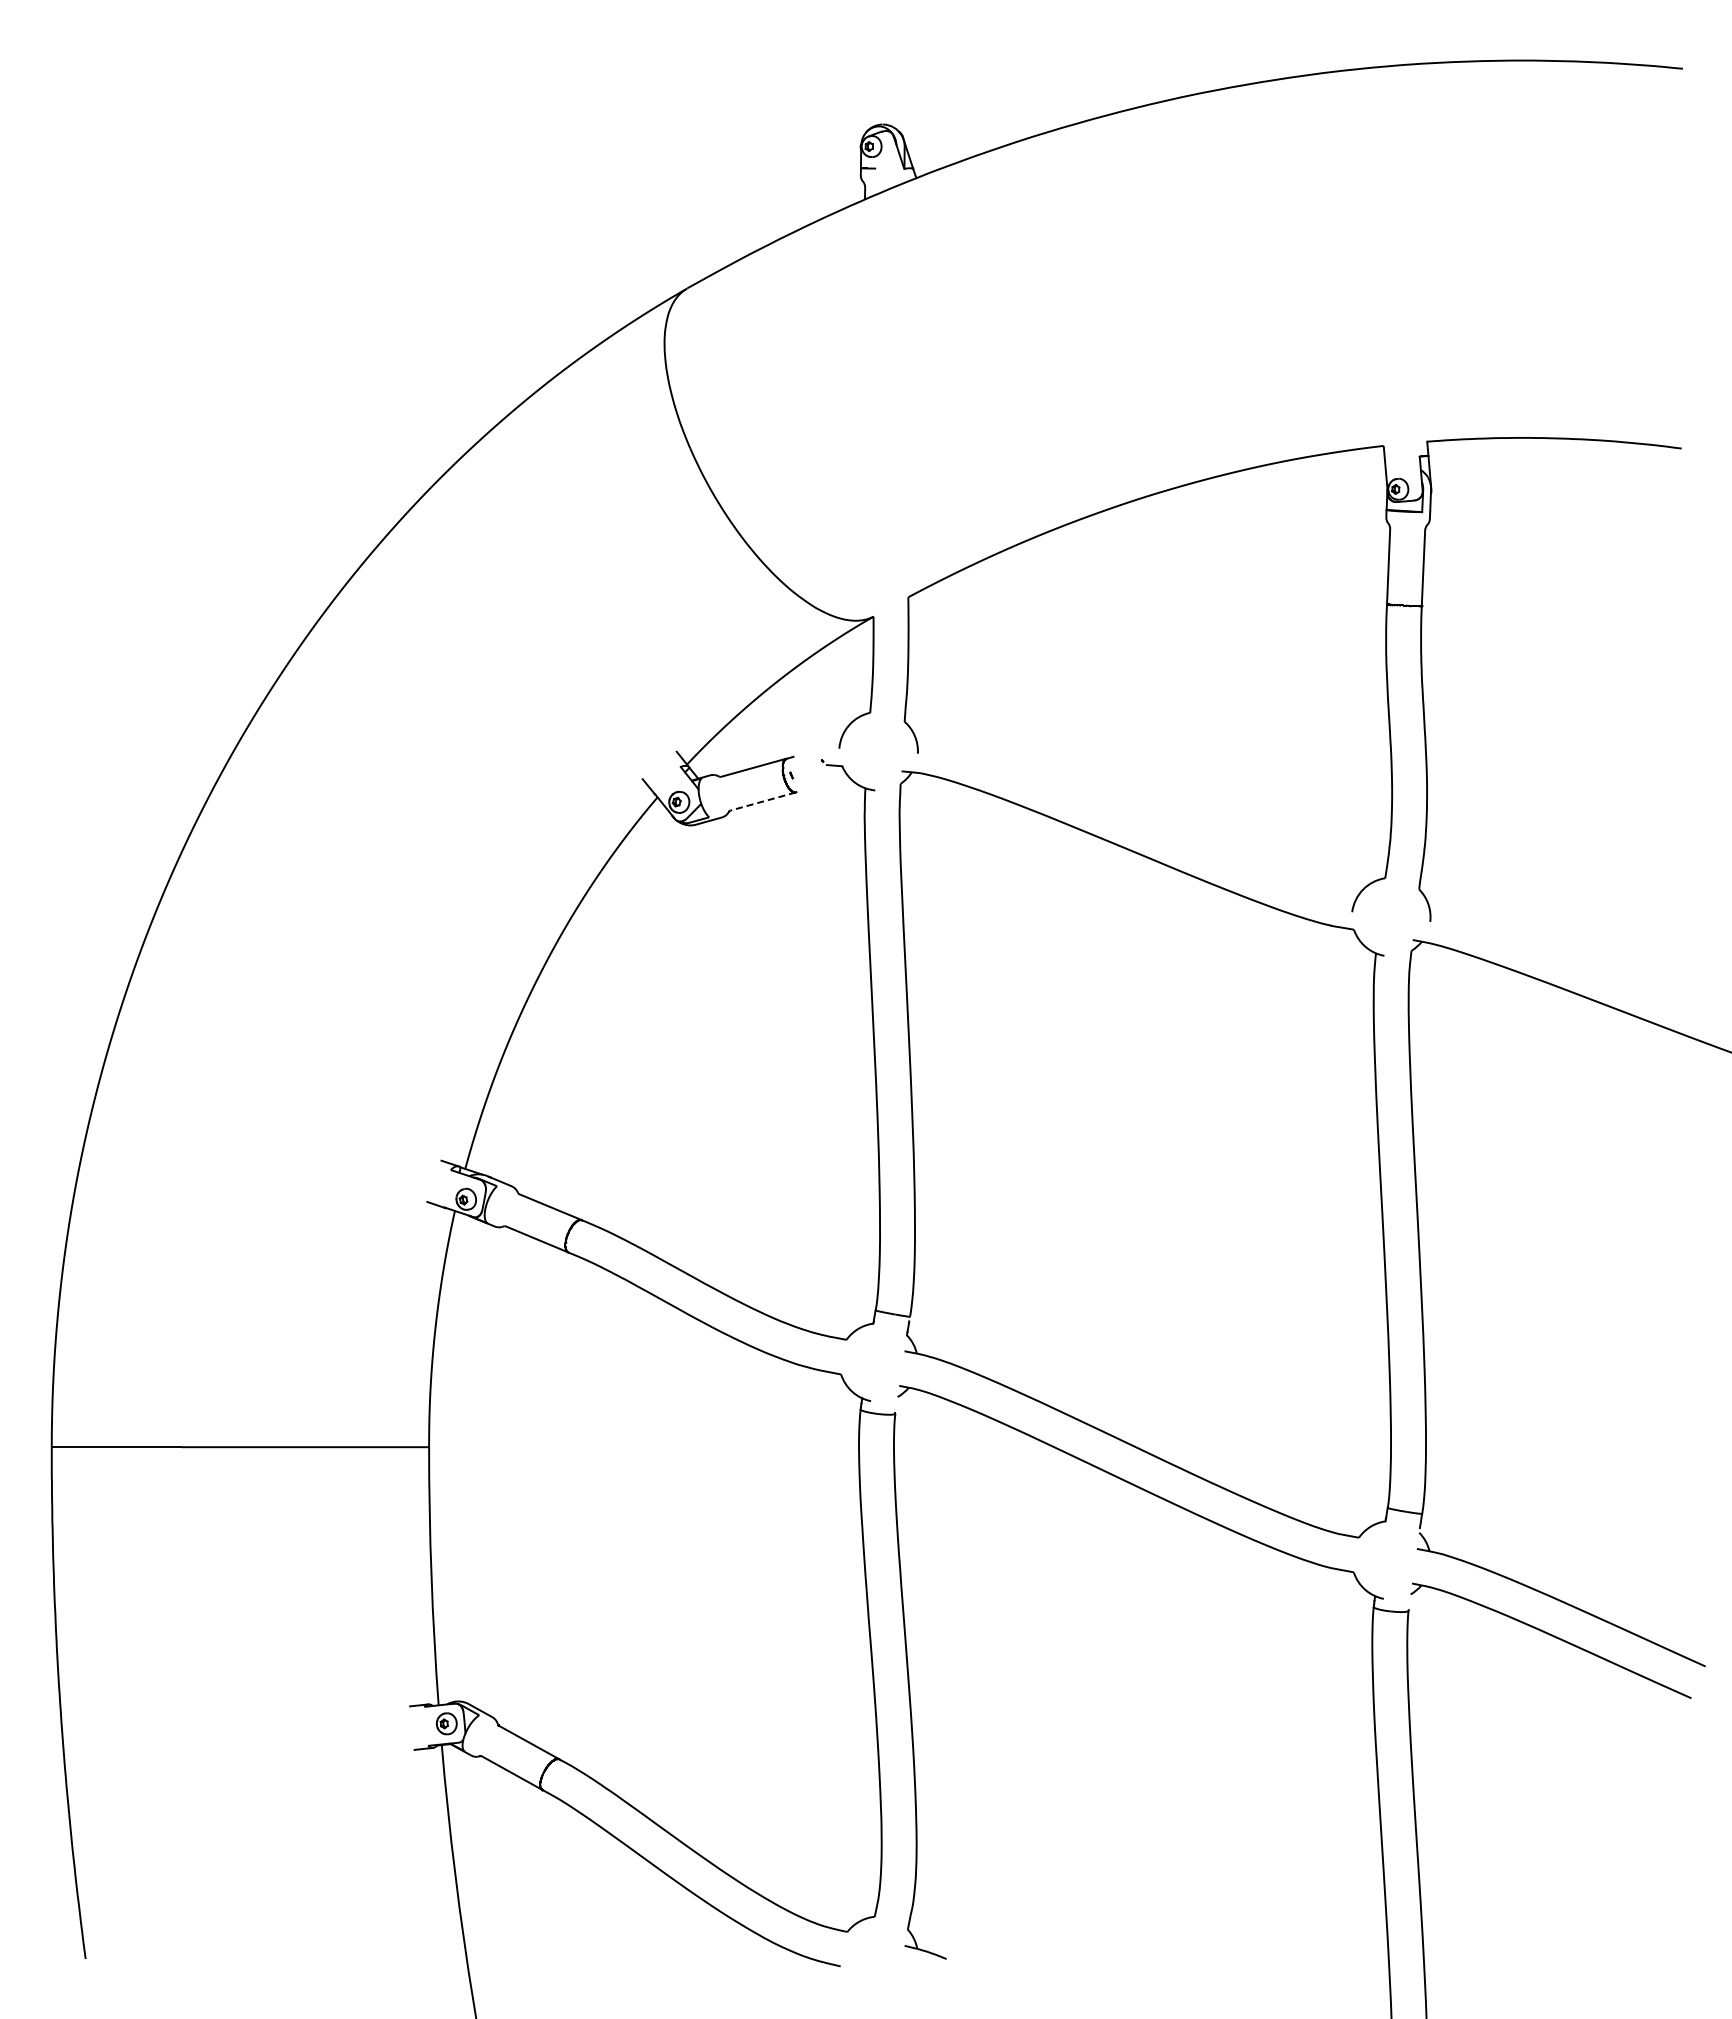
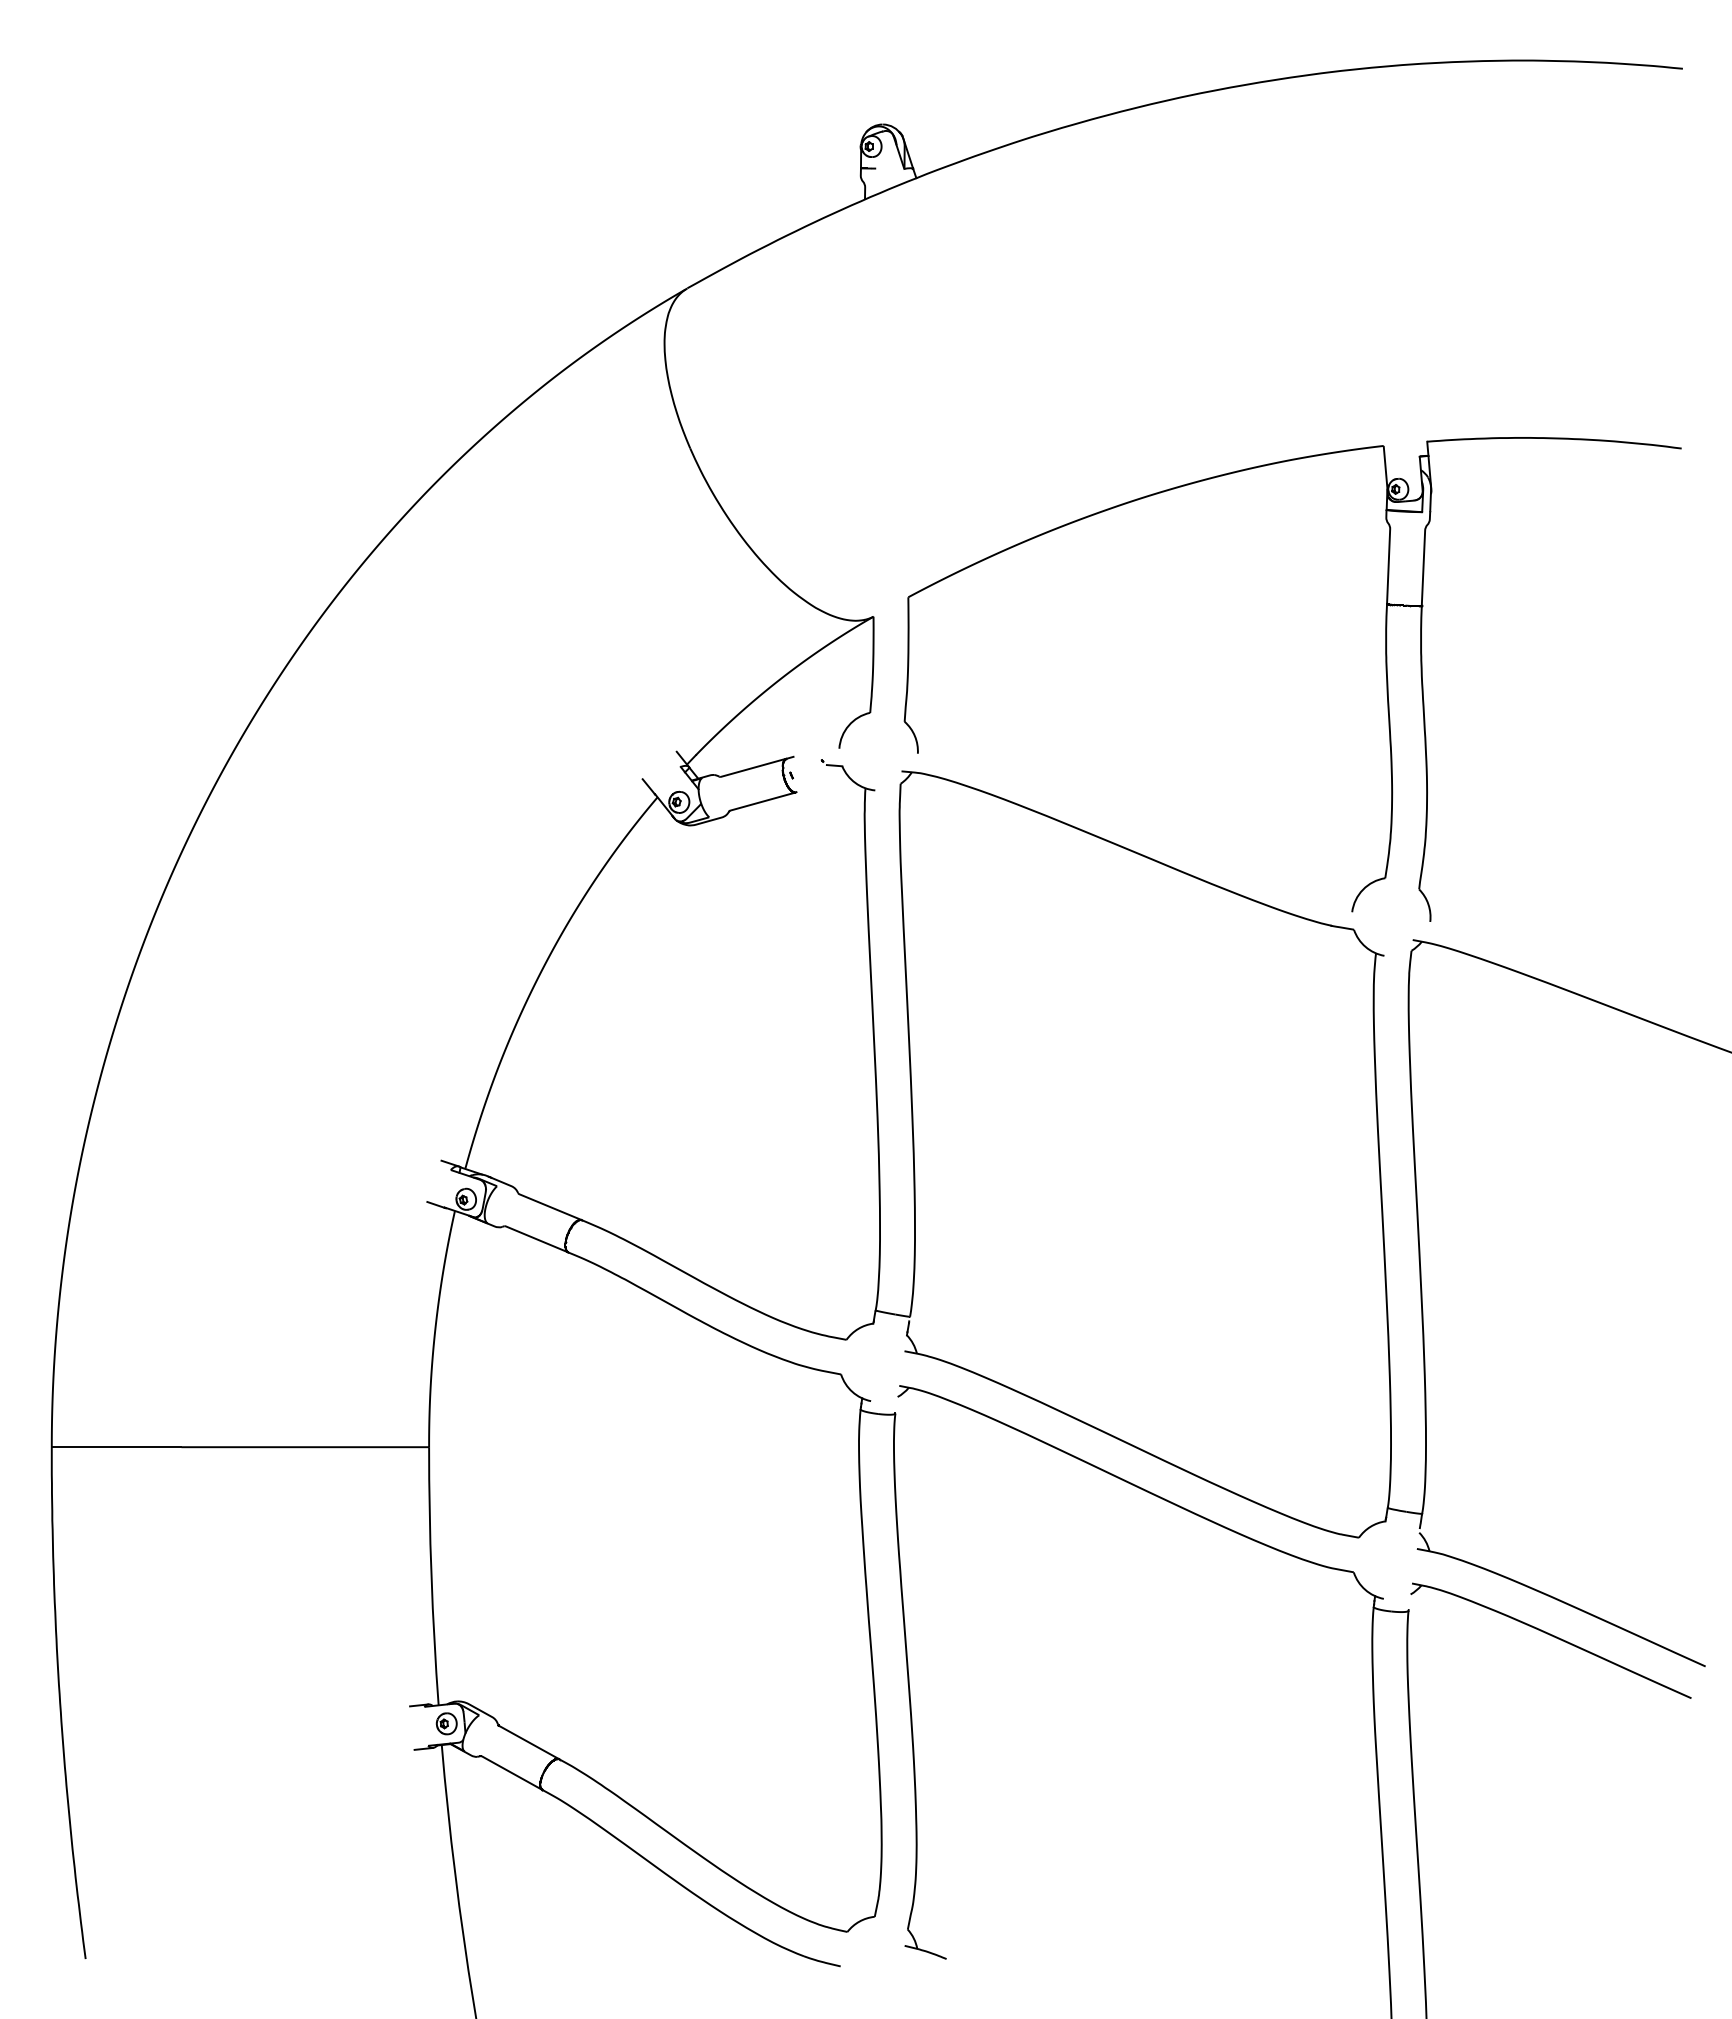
line at (759, 802): dashed -> solid
